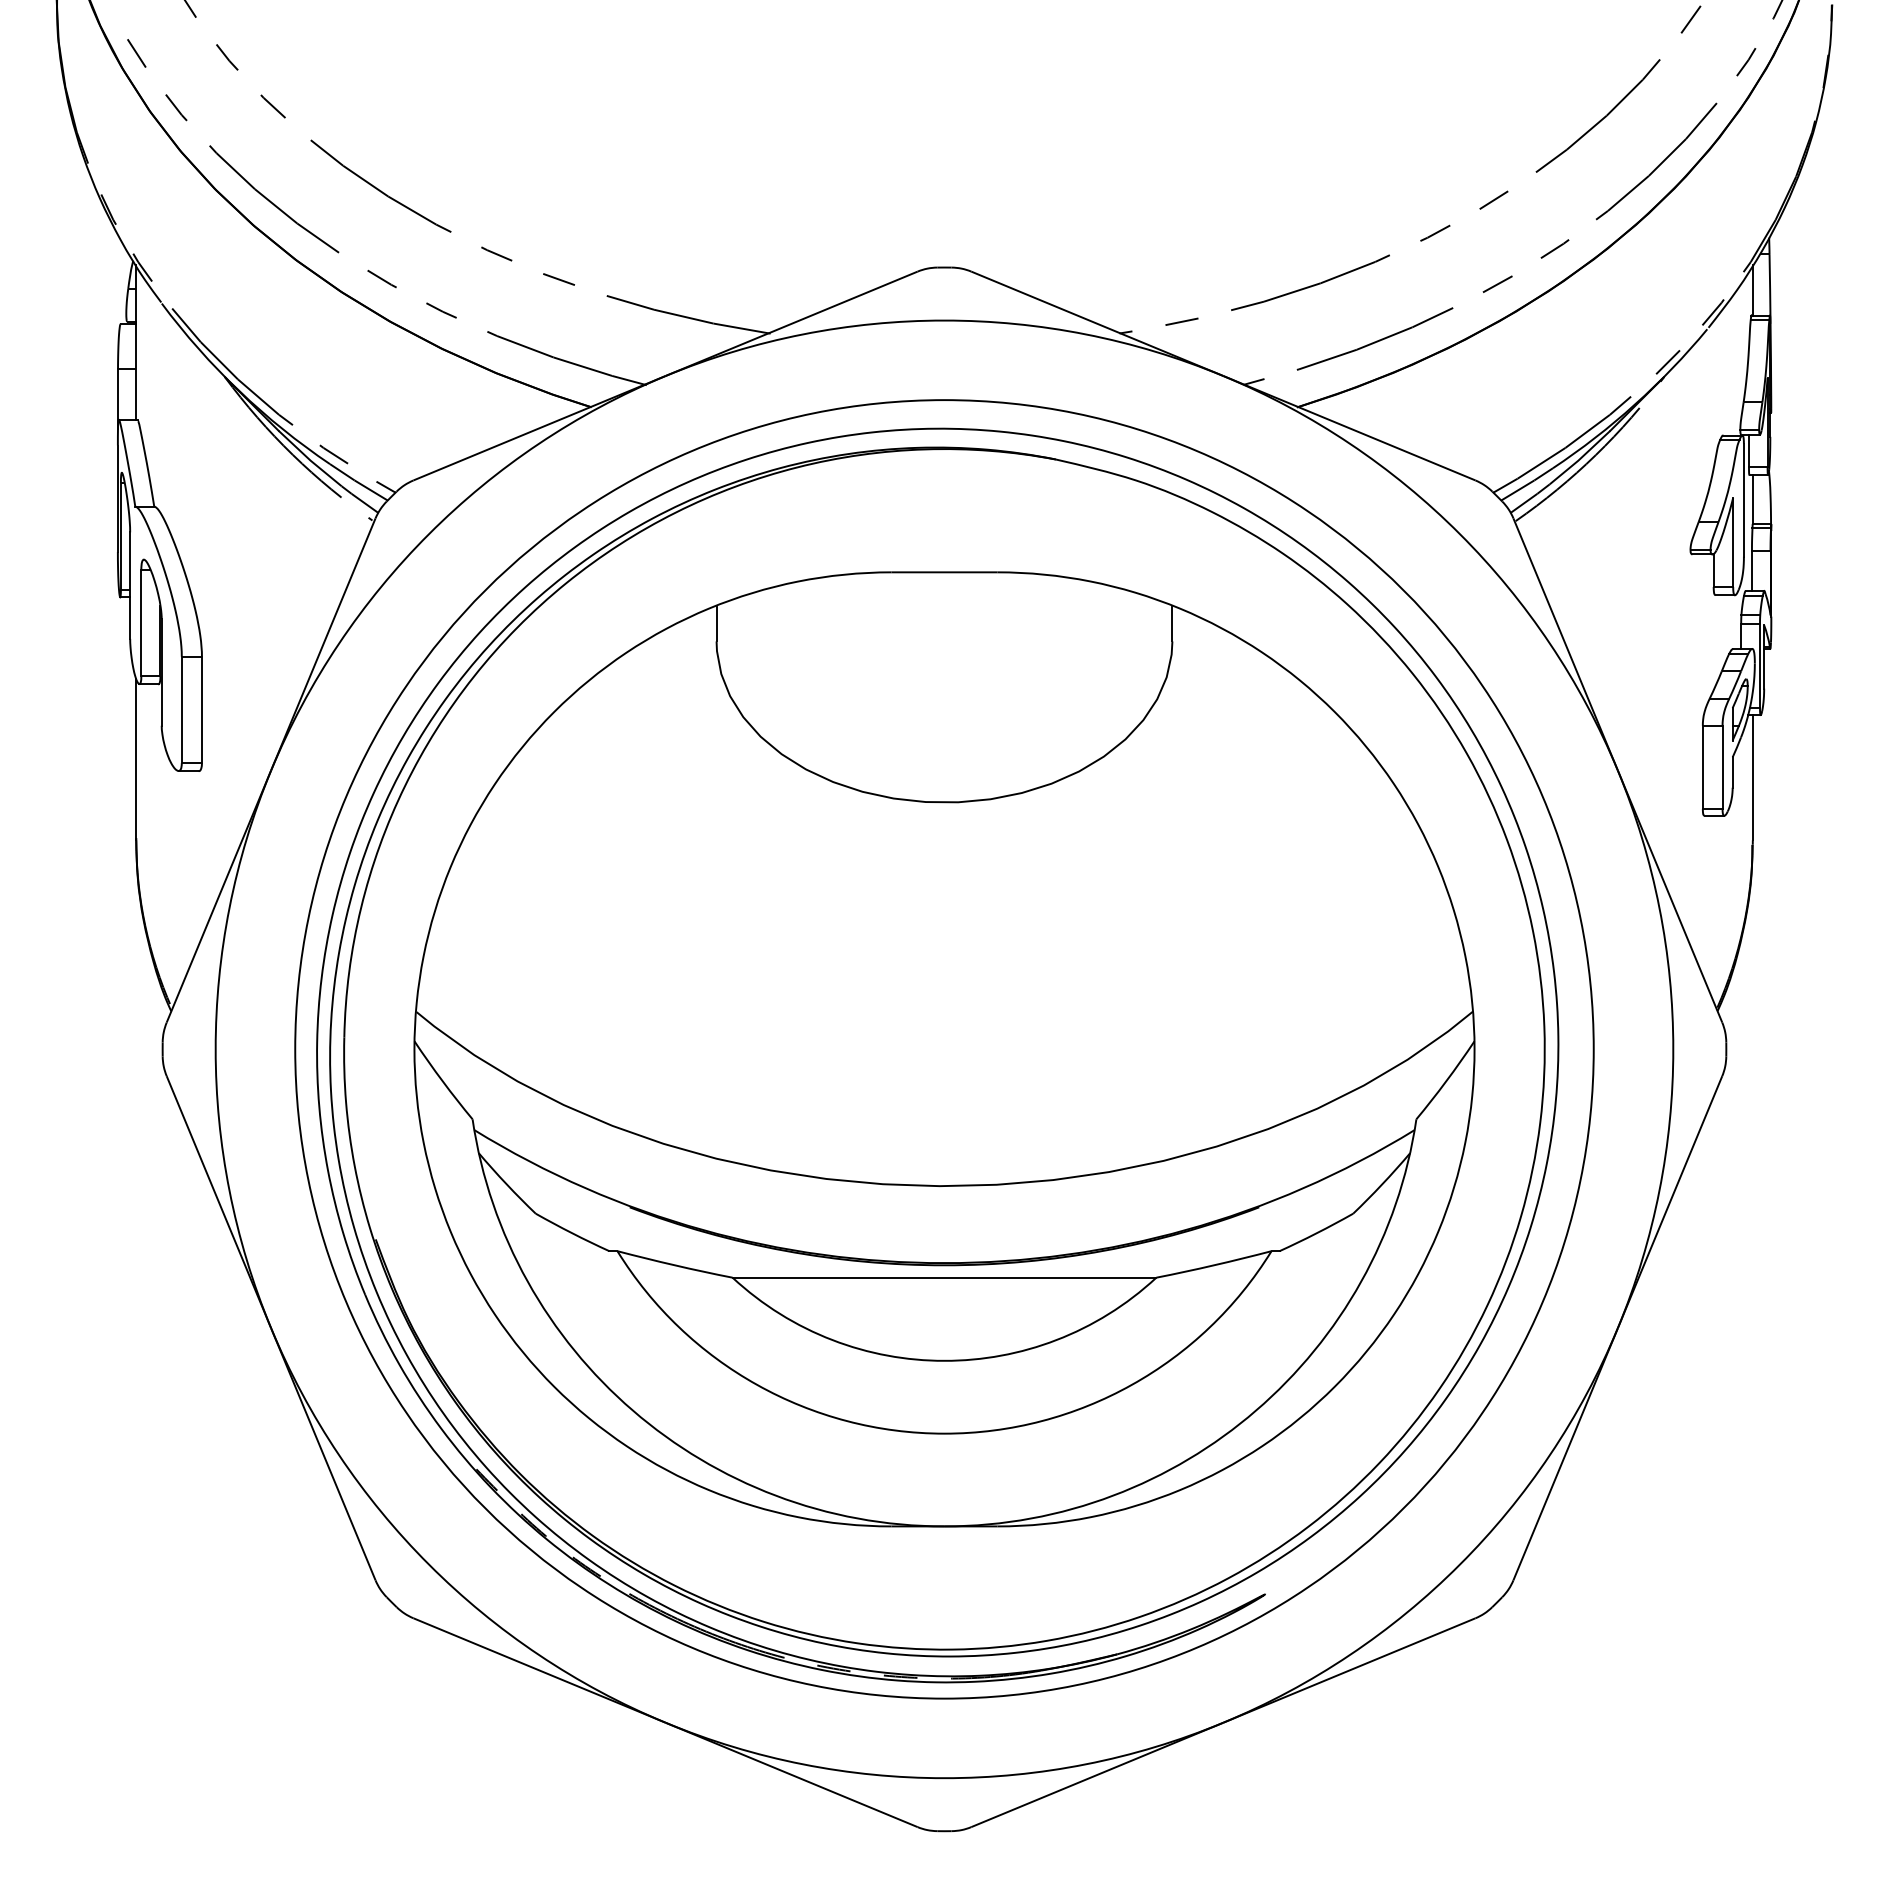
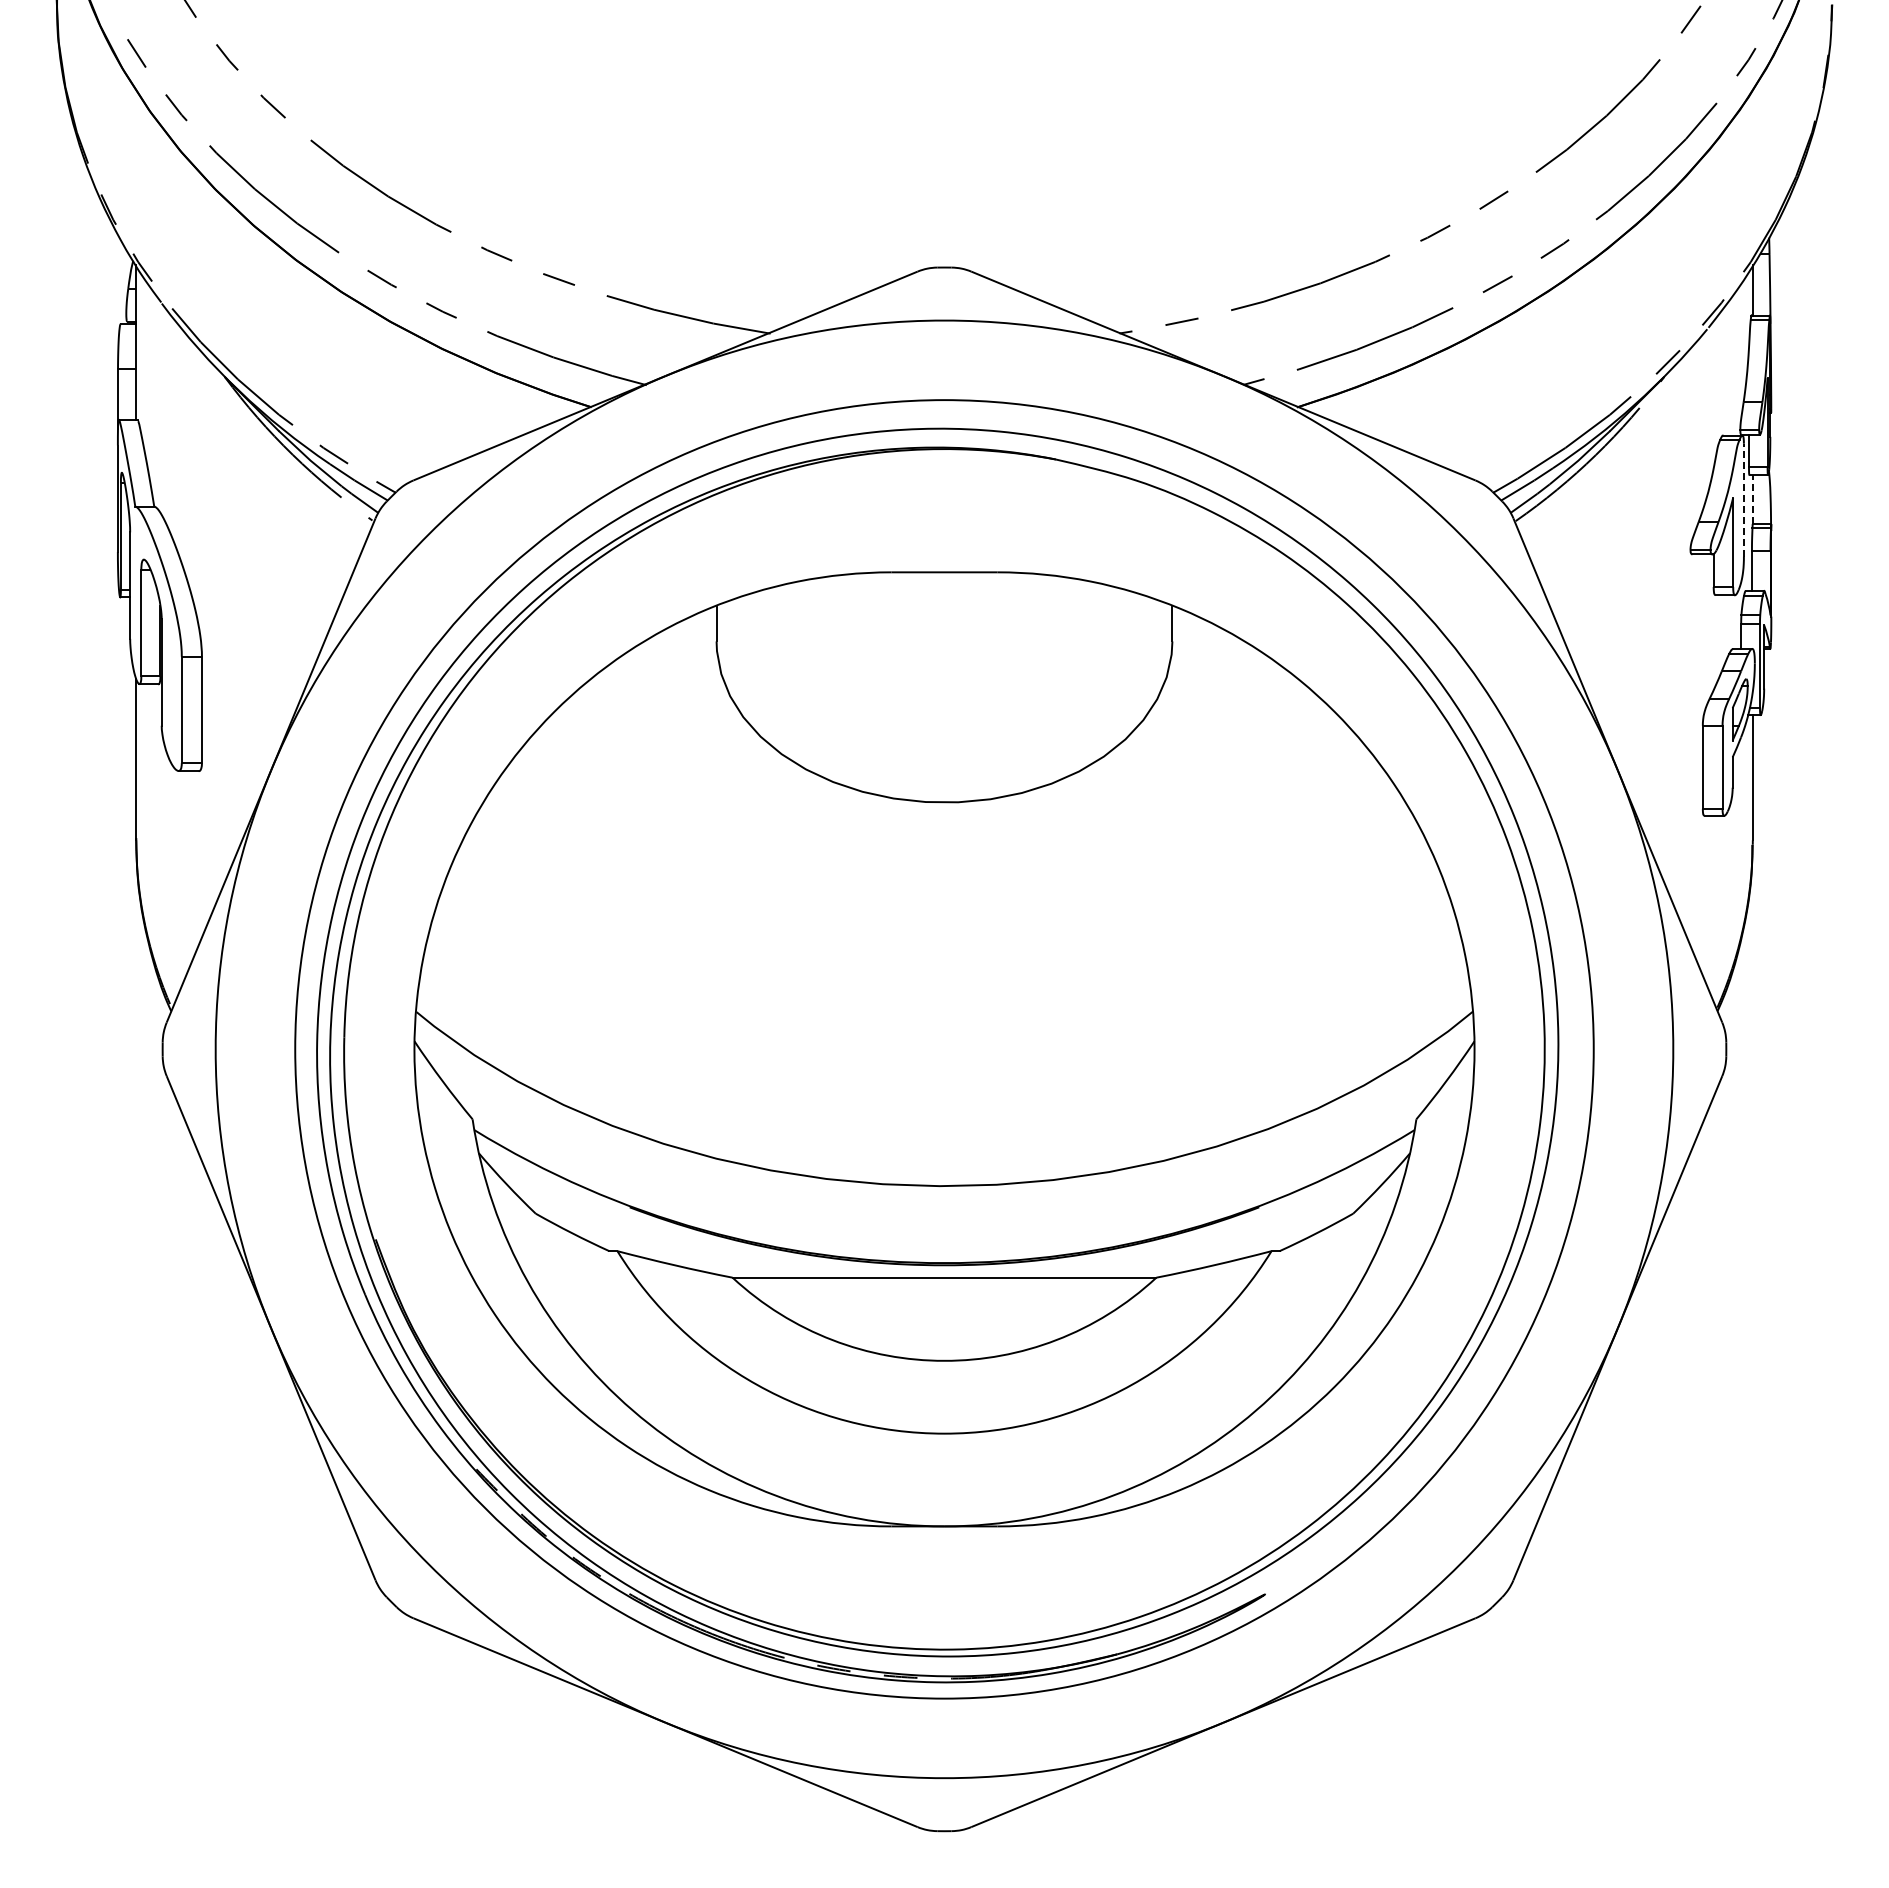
line at (1743, 499): solid -> dashed
line at (1752, 499): solid -> dashed
